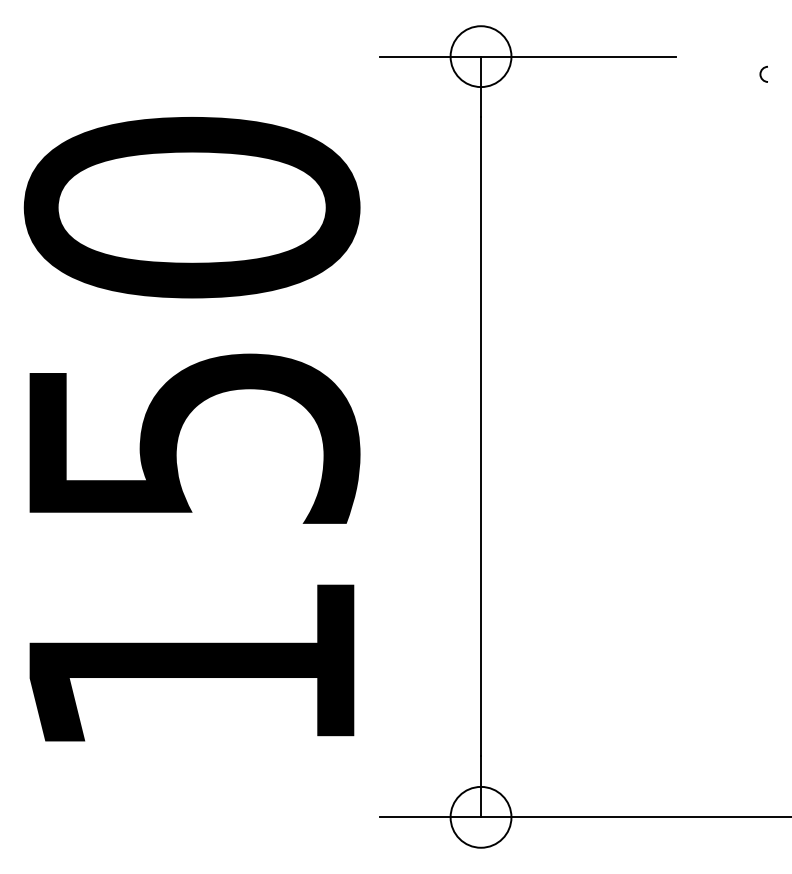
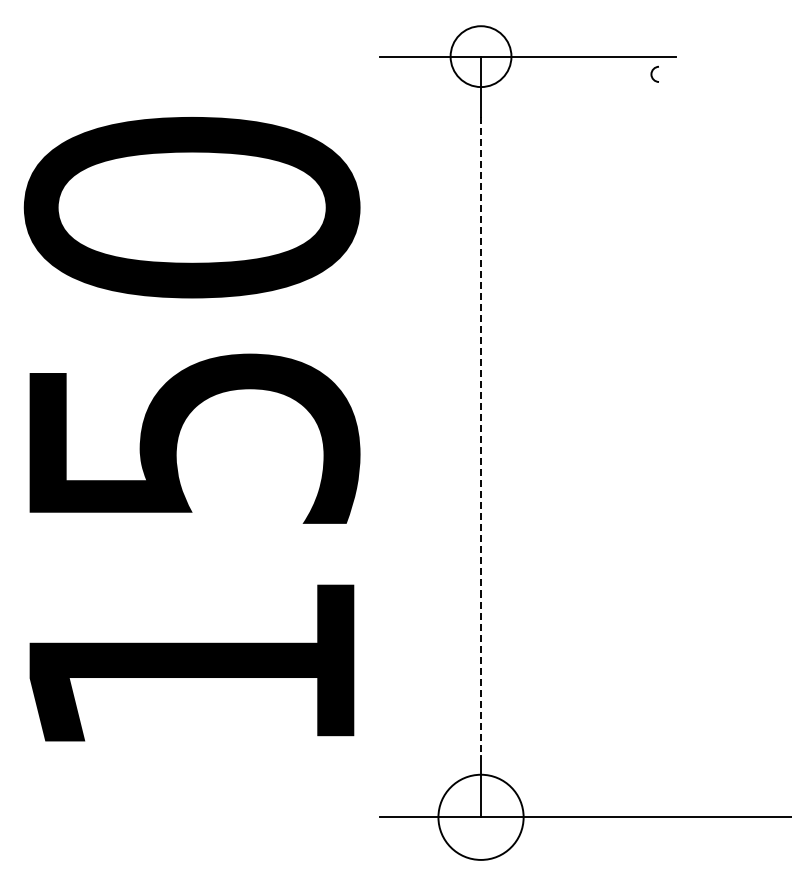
arc at (761, 73) position: (761, 73) -> (652, 73)
line at (481, 437): solid -> dashed
circle at (480, 816) diameter: 61 px -> 85 px
